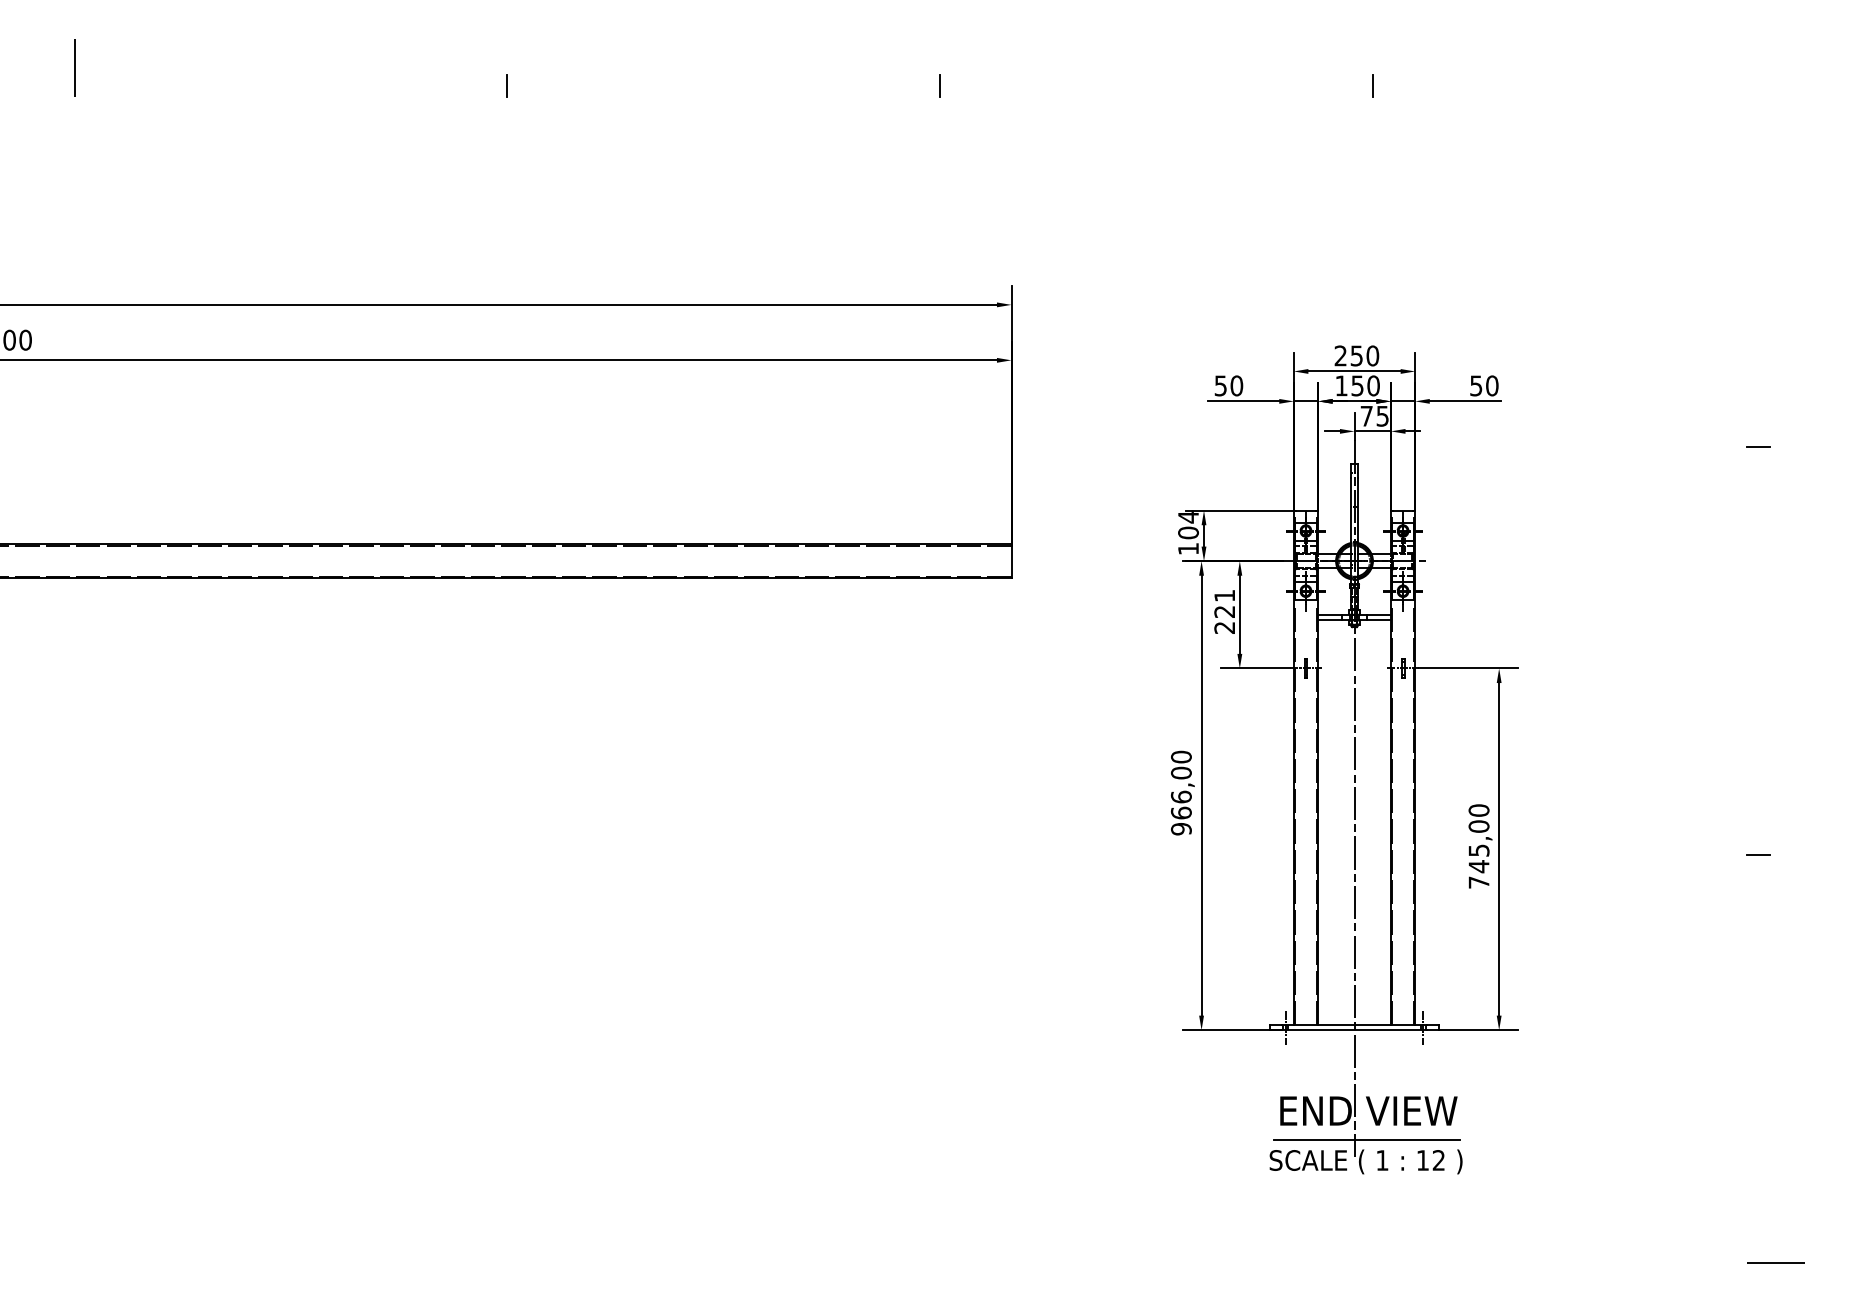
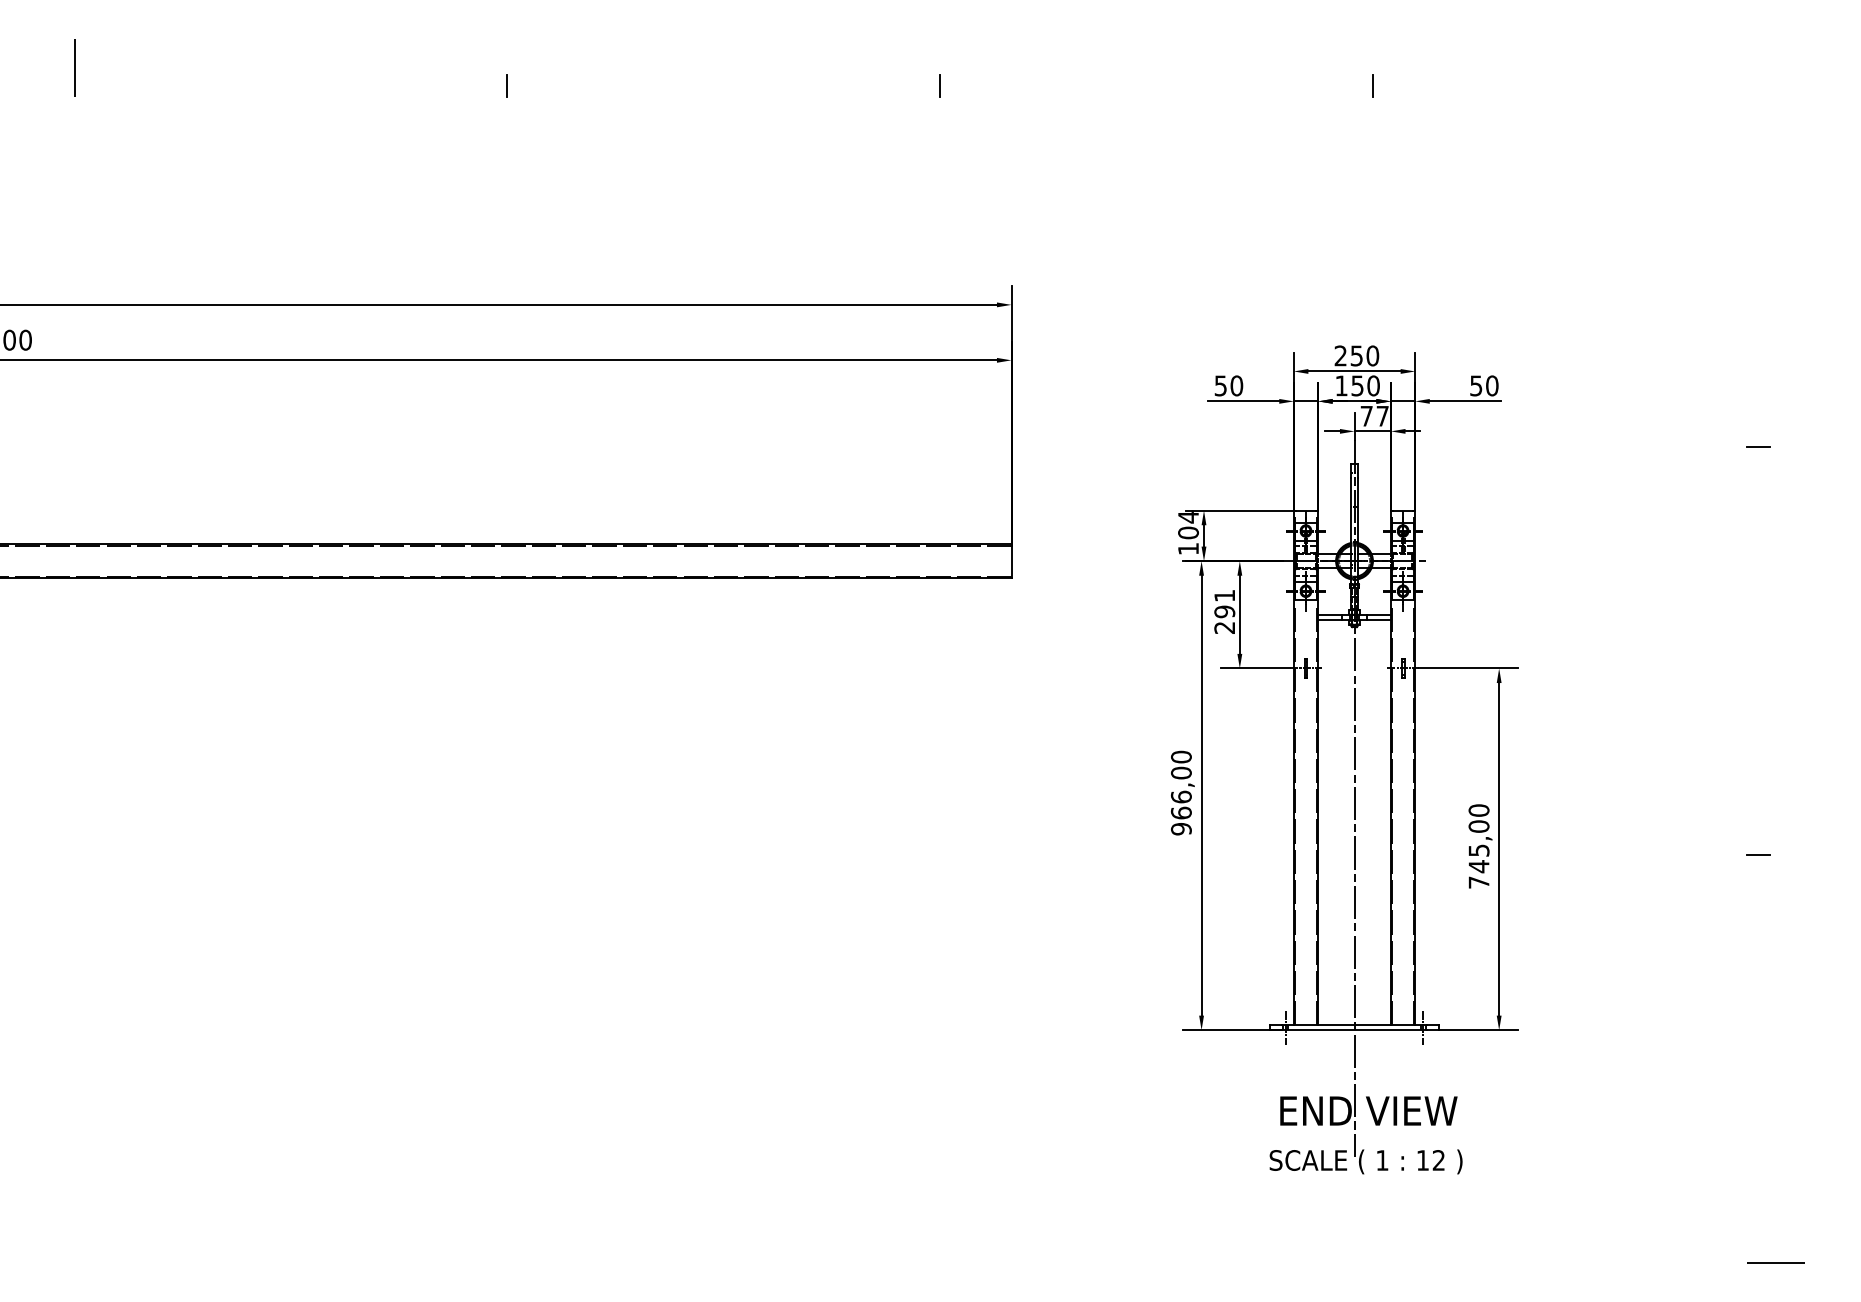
text at (1382, 416): 75 -> 77
text at (1224, 611): 221 -> 291
line at (1366, 1140): present -> none
